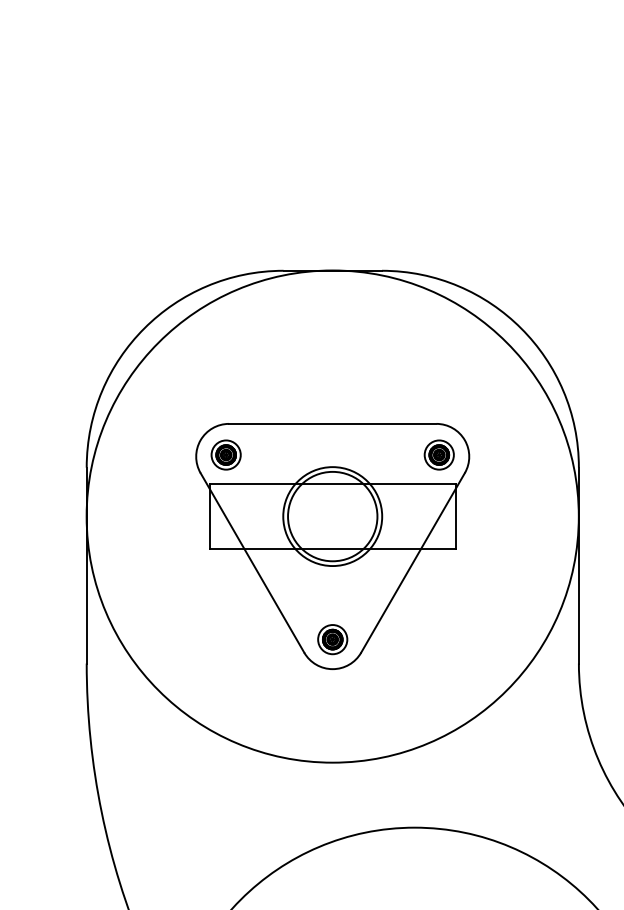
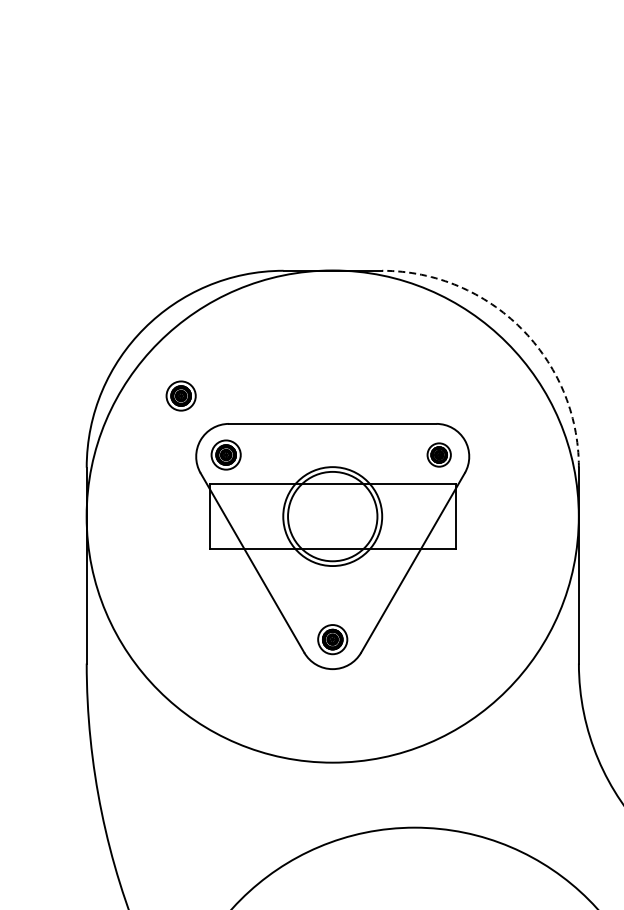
arc at (521, 328): solid -> dashed
part at (180, 395): none -> present
part at (438, 454) size: 32x32 px -> 26x26 px
